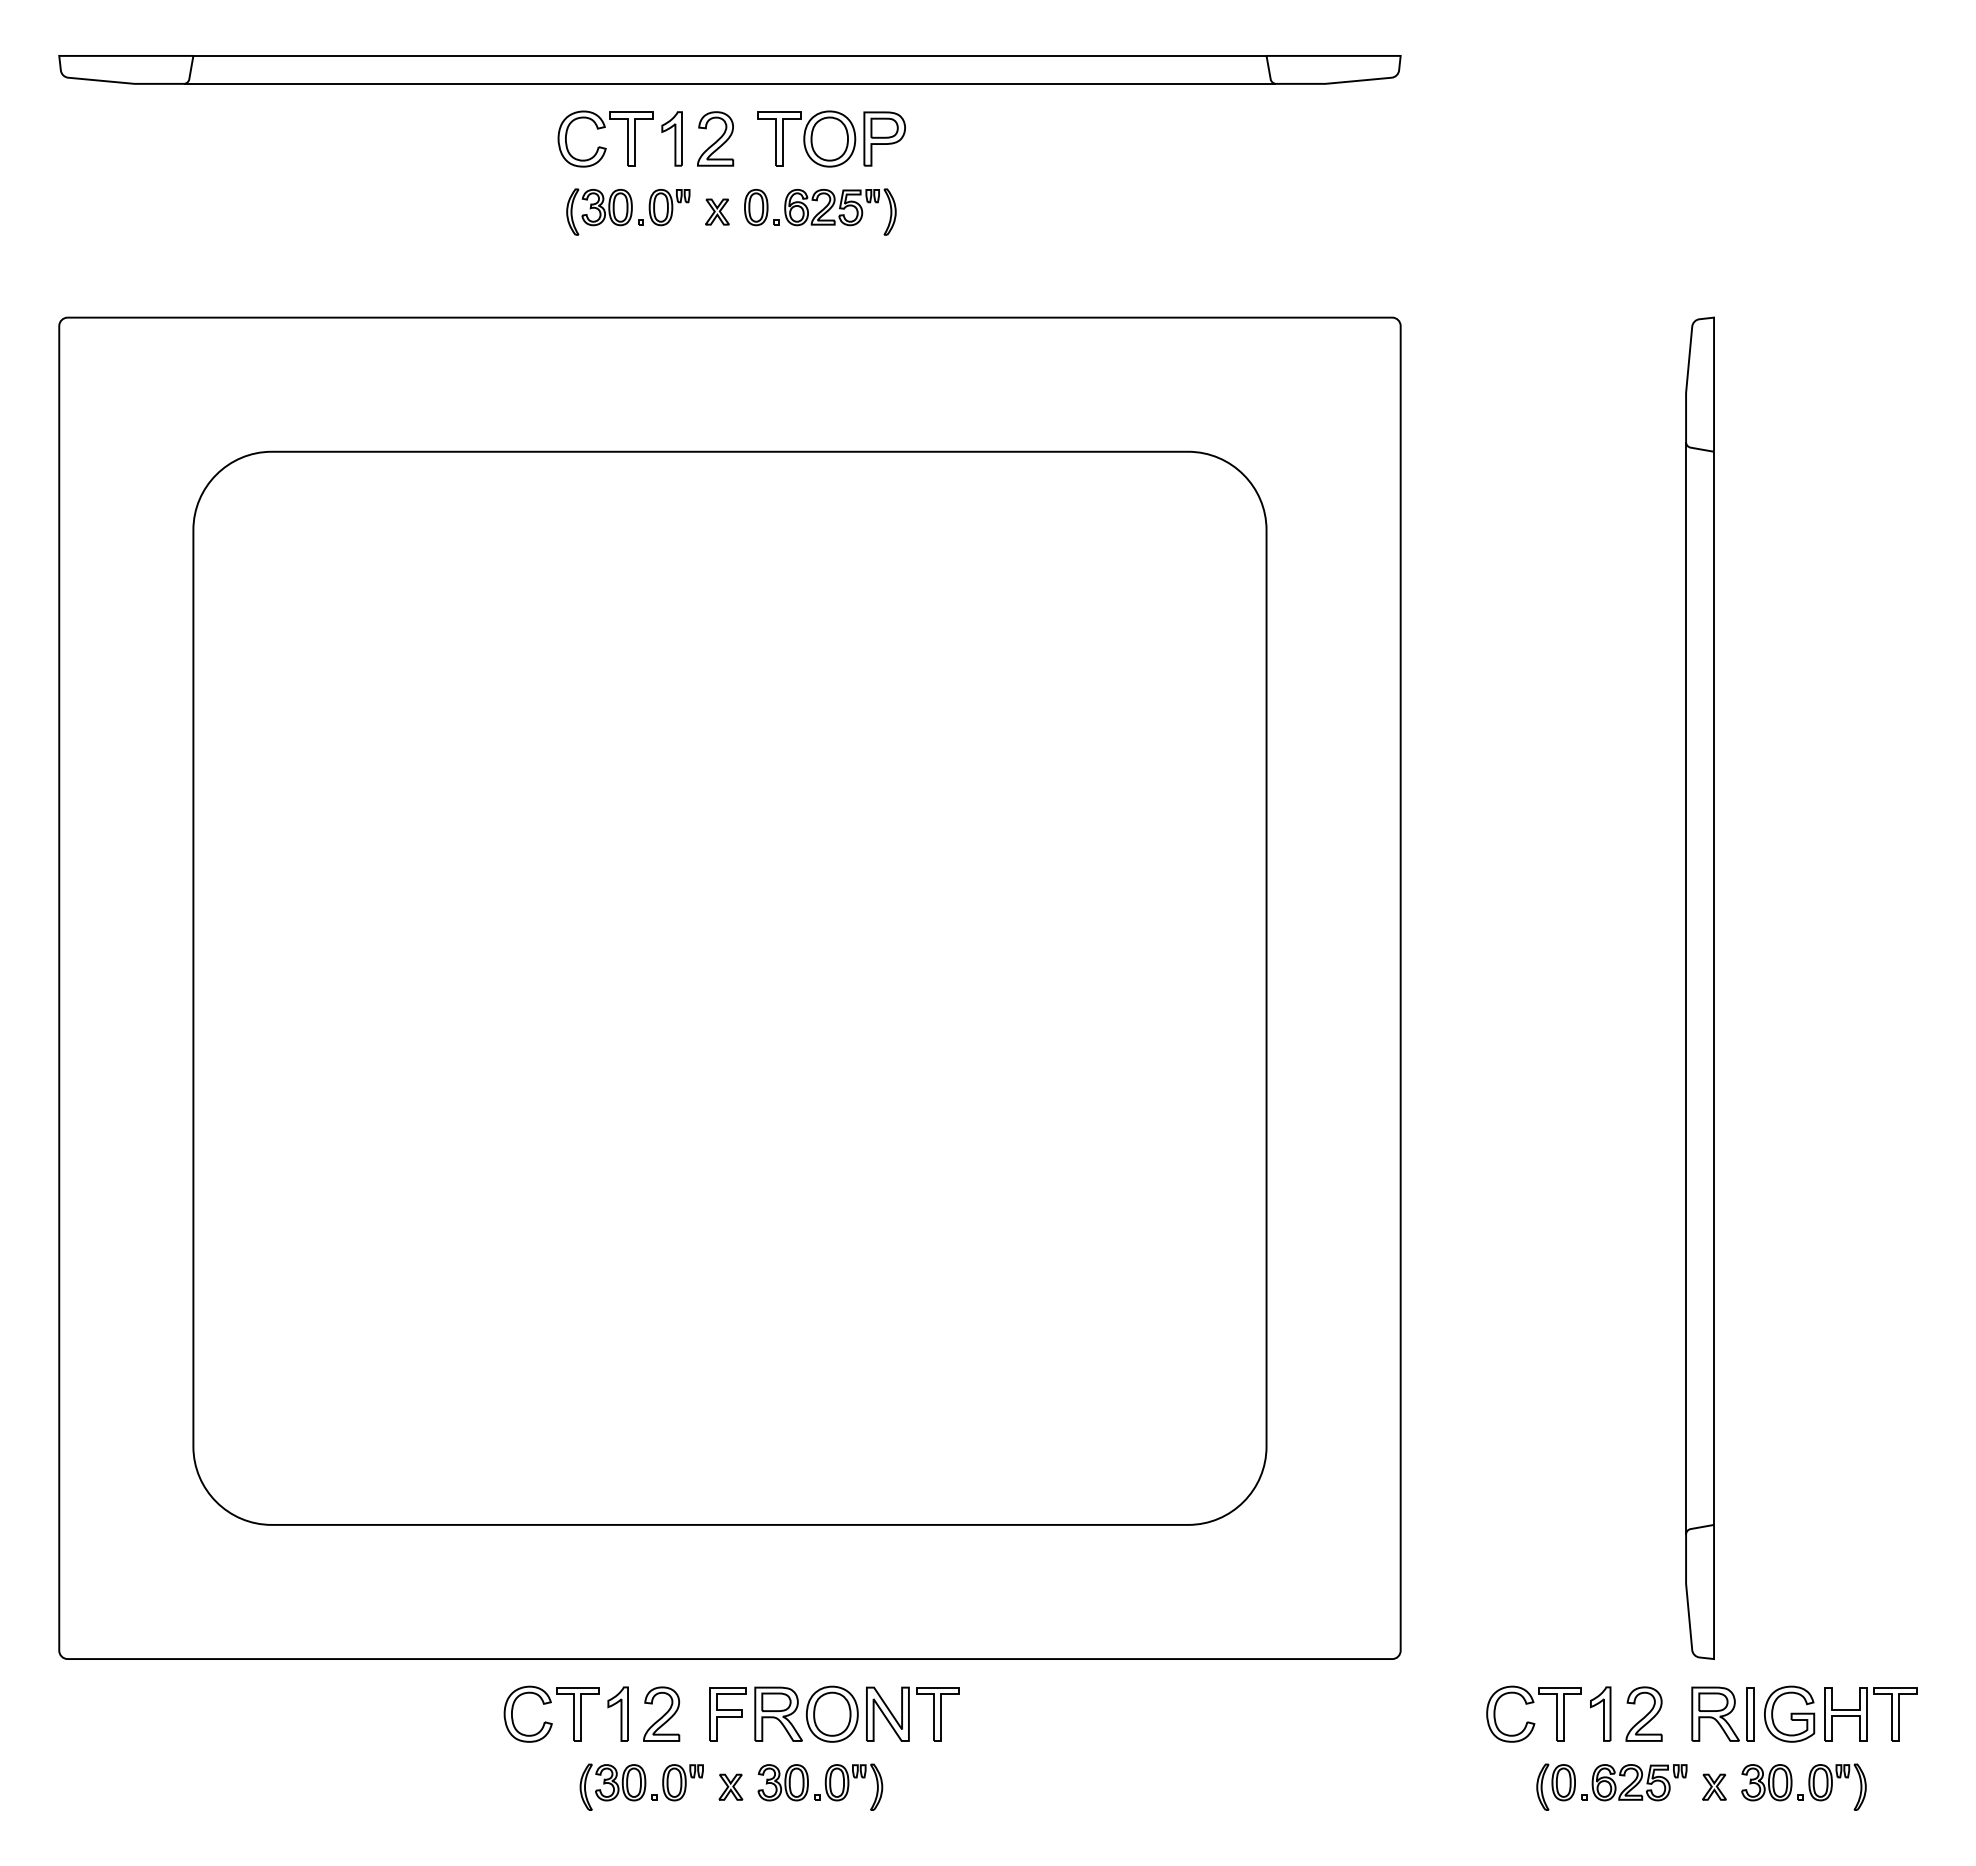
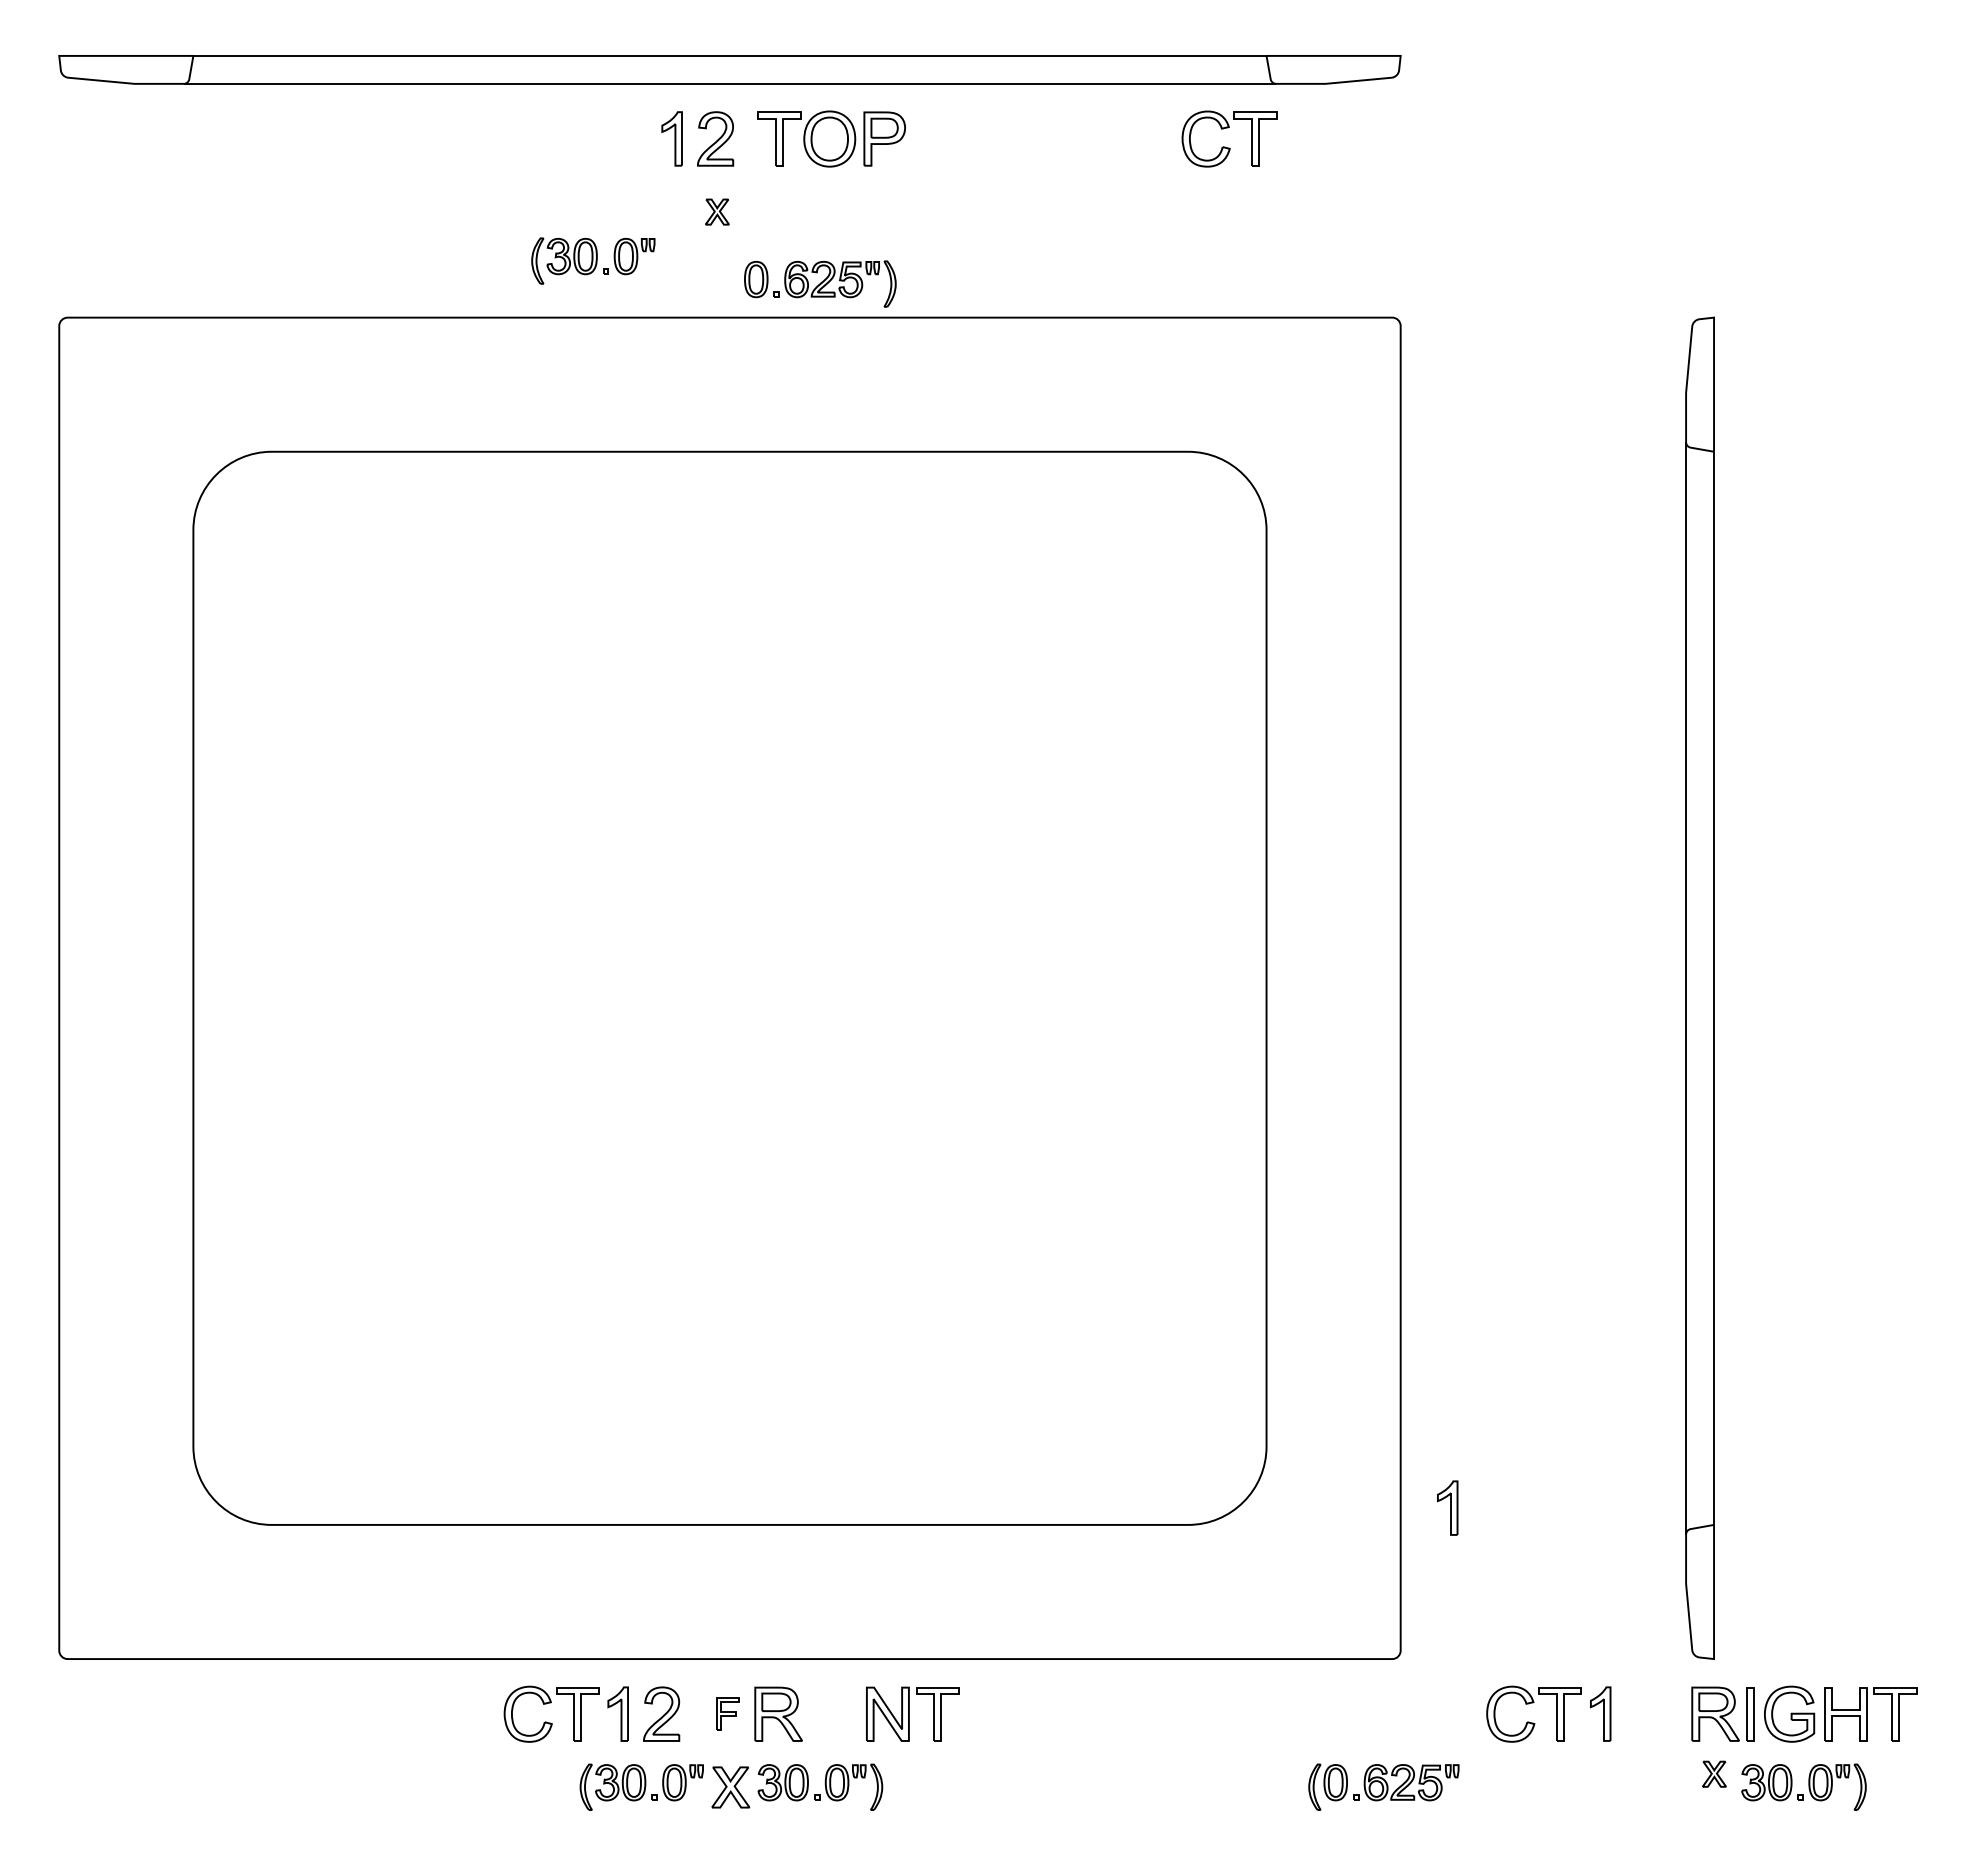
part at (601, 146) position: (601, 146) -> (1225, 146)
part at (628, 211) position: (628, 211) -> (593, 260)
part at (820, 211) position: (820, 211) -> (820, 283)
part at (1447, 1507): none -> present
part at (832, 1713): present -> none
part at (1643, 1713): present -> none
part at (727, 1714) size: 38x55 px -> 24x34 px
part at (730, 1786) size: 26x28 px -> 40x43 px
part at (1611, 1786) position: (1611, 1786) -> (1383, 1786)
part at (1714, 1786) position: (1714, 1786) -> (1714, 1773)
